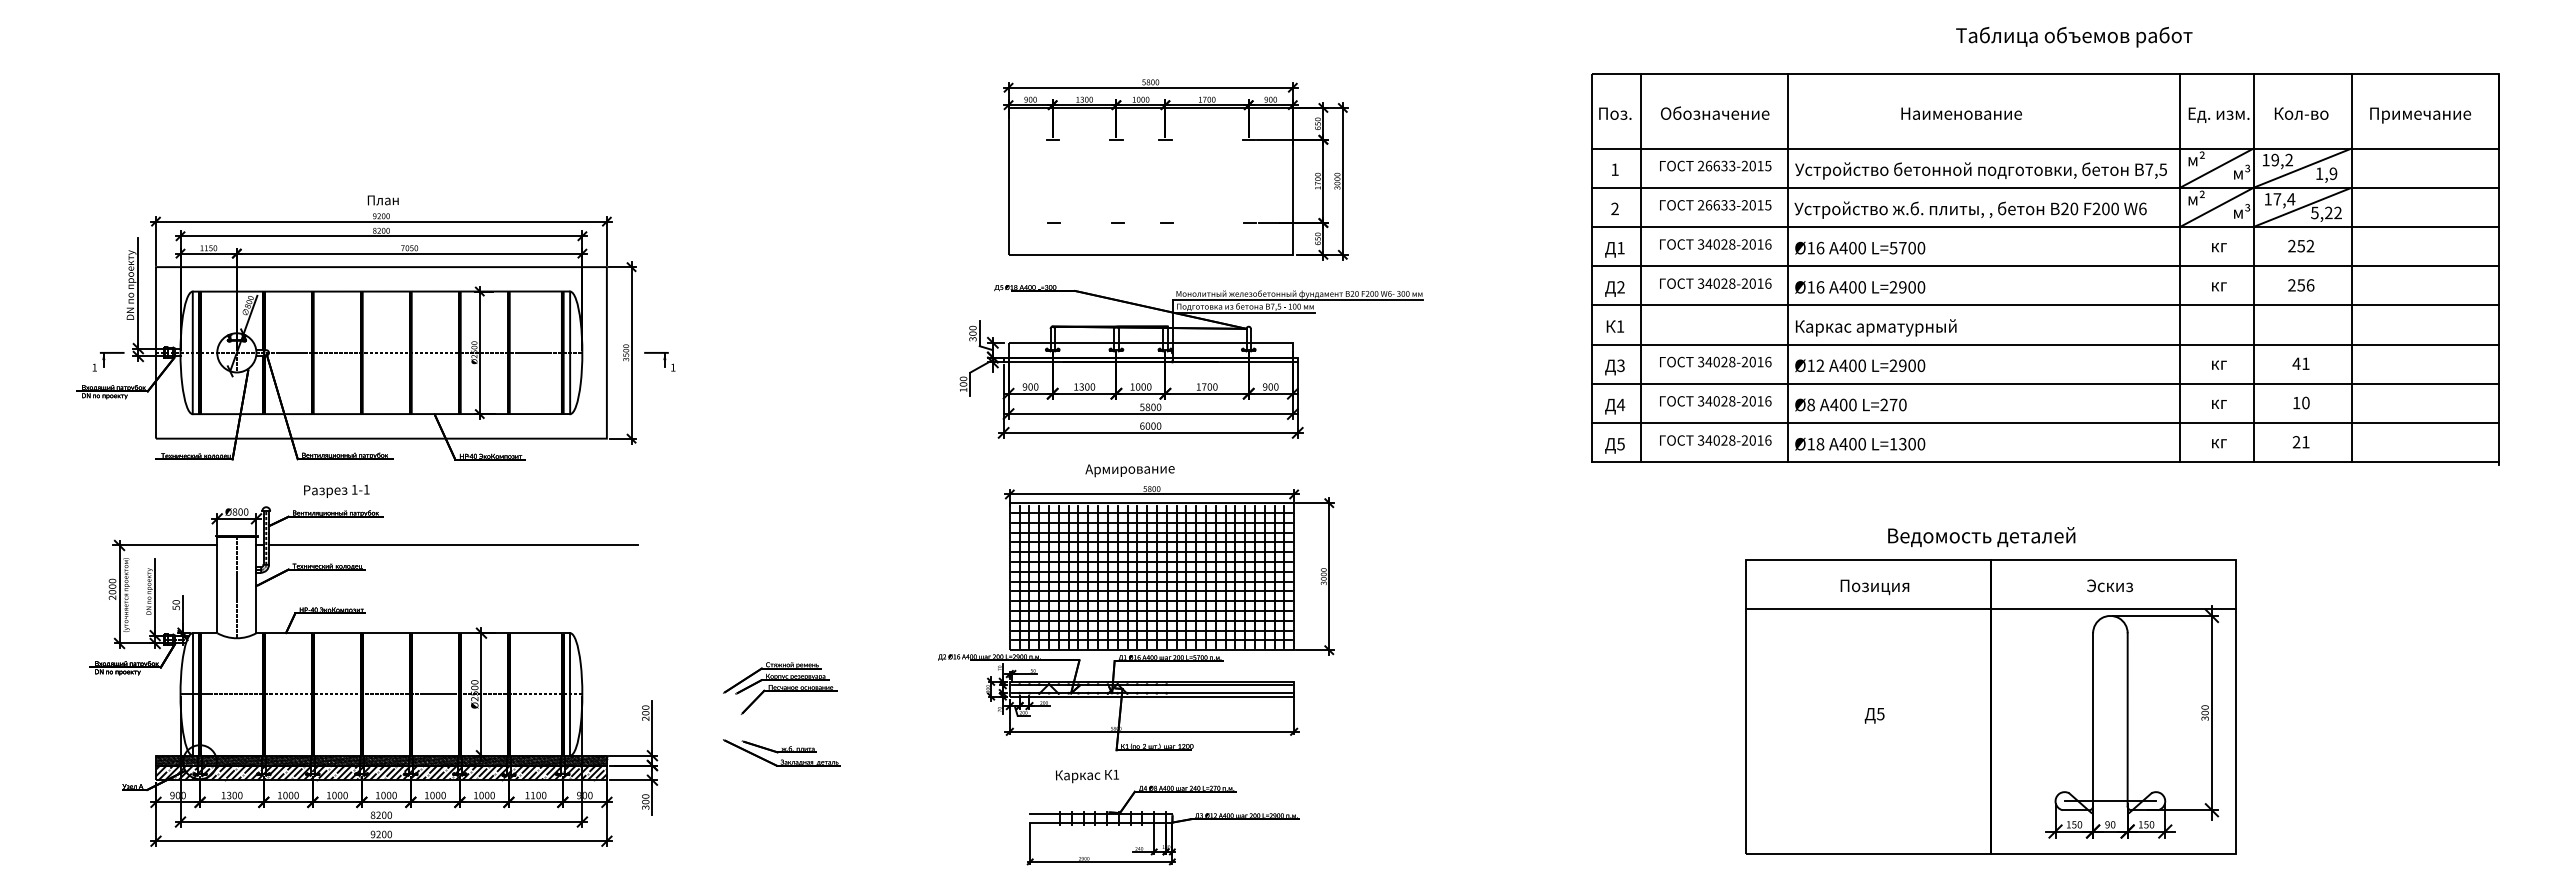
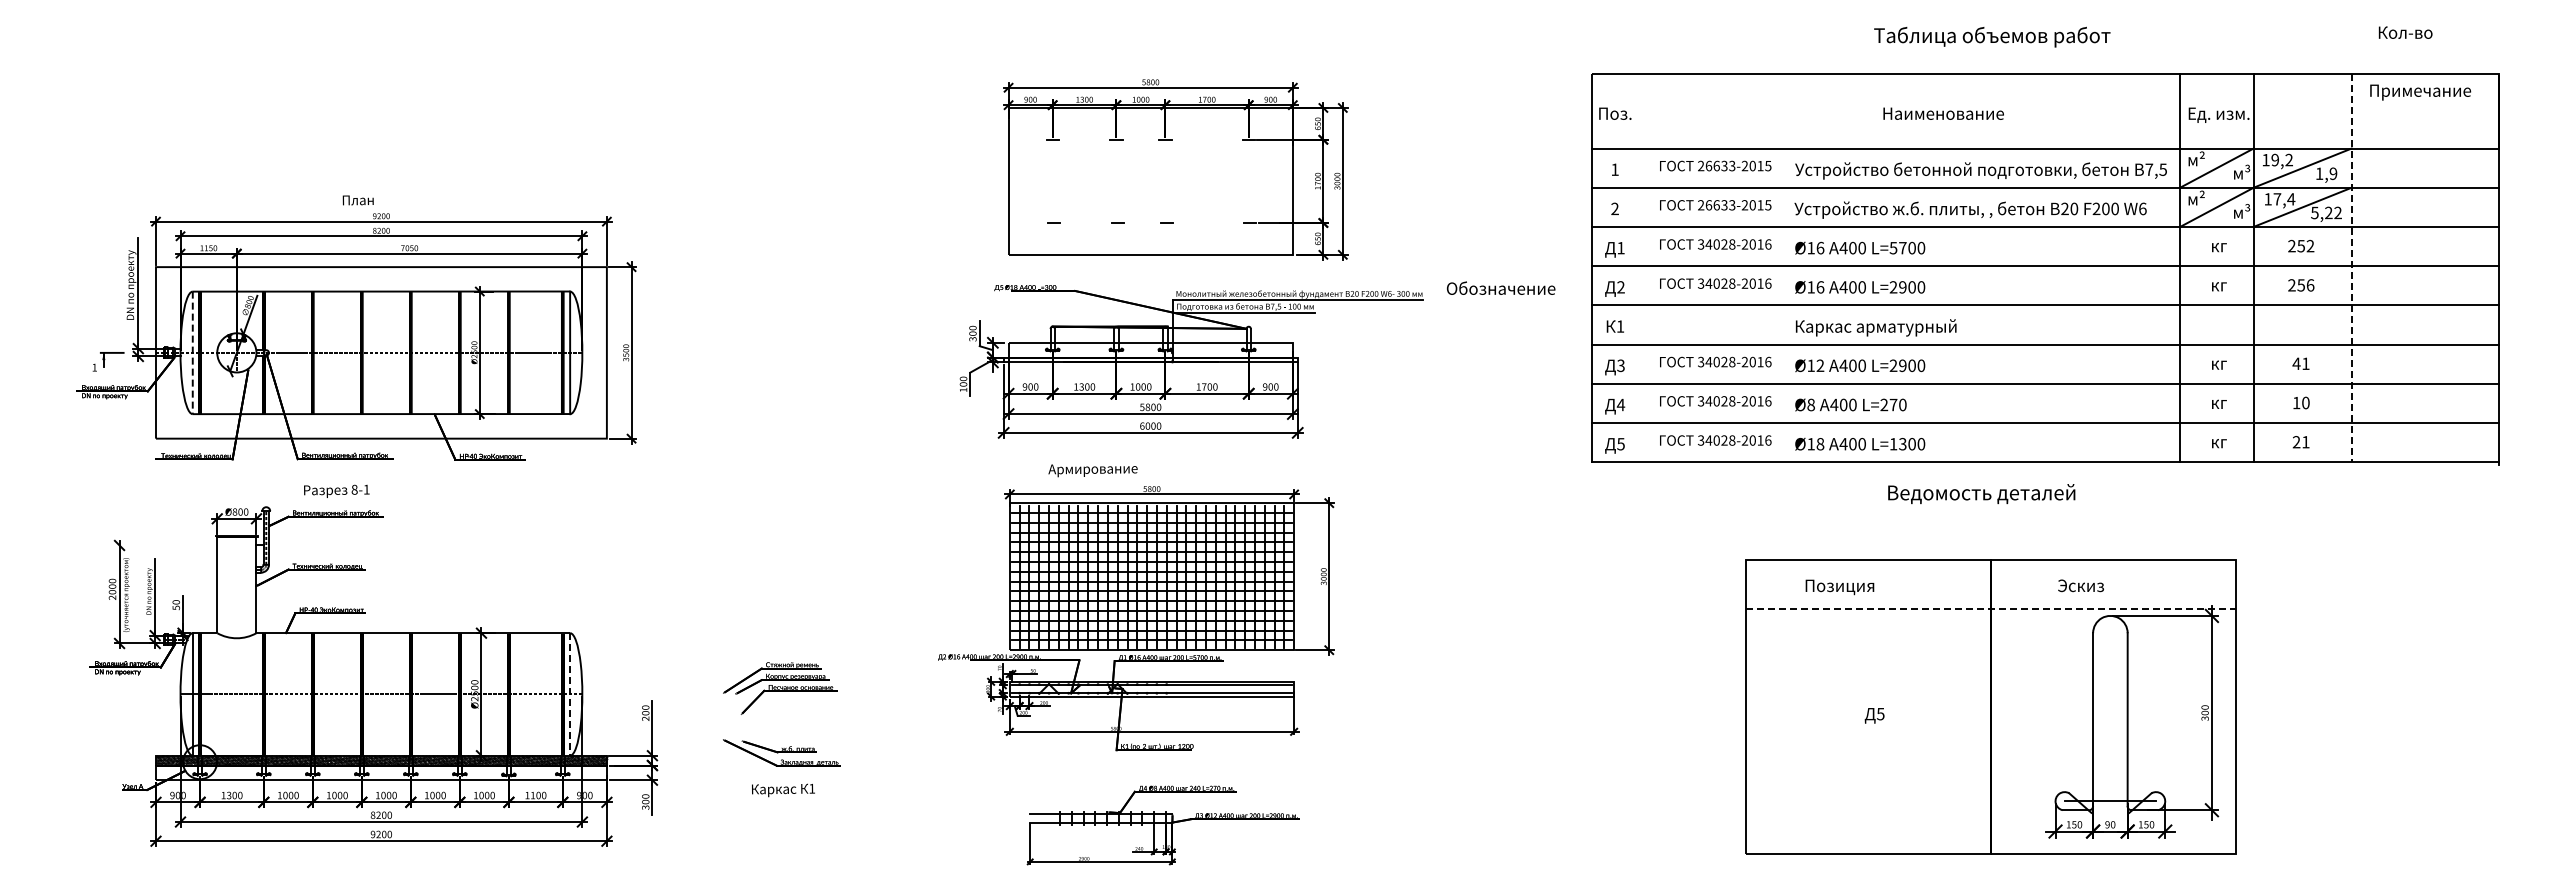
text at (2074, 36) position: (2074, 36) -> (1992, 36)
text at (1715, 112) position: (1715, 112) -> (1501, 287)
text at (1961, 113) position: (1961, 113) -> (1943, 113)
text at (2301, 113) position: (2301, 113) -> (2405, 32)
text at (2420, 115) position: (2420, 115) -> (2420, 92)
text at (382, 200) position: (382, 200) -> (357, 200)
line at (1641, 267): present -> none
line at (1788, 267): present -> none
line at (2351, 268): solid -> dashed
line at (192, 353): solid -> dashed
part at (659, 361): present -> none
text at (1129, 470) position: (1129, 470) -> (1092, 470)
text at (354, 489): 1-1 -> 8-1
text at (1981, 537) position: (1981, 537) -> (1981, 494)
line at (164, 545): present -> none
line at (453, 545): present -> none
text at (2109, 585) position: (2109, 585) -> (2080, 585)
line at (236, 586): present -> none
text at (1874, 587) position: (1874, 587) -> (1839, 587)
line at (1991, 608): solid -> dashed
line at (570, 694): solid -> dashed
hatch at (380, 772): present -> none
text at (1087, 776) position: (1087, 776) -> (783, 790)
